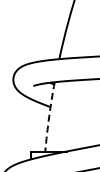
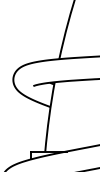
arc at (49, 116): dashed -> solid
